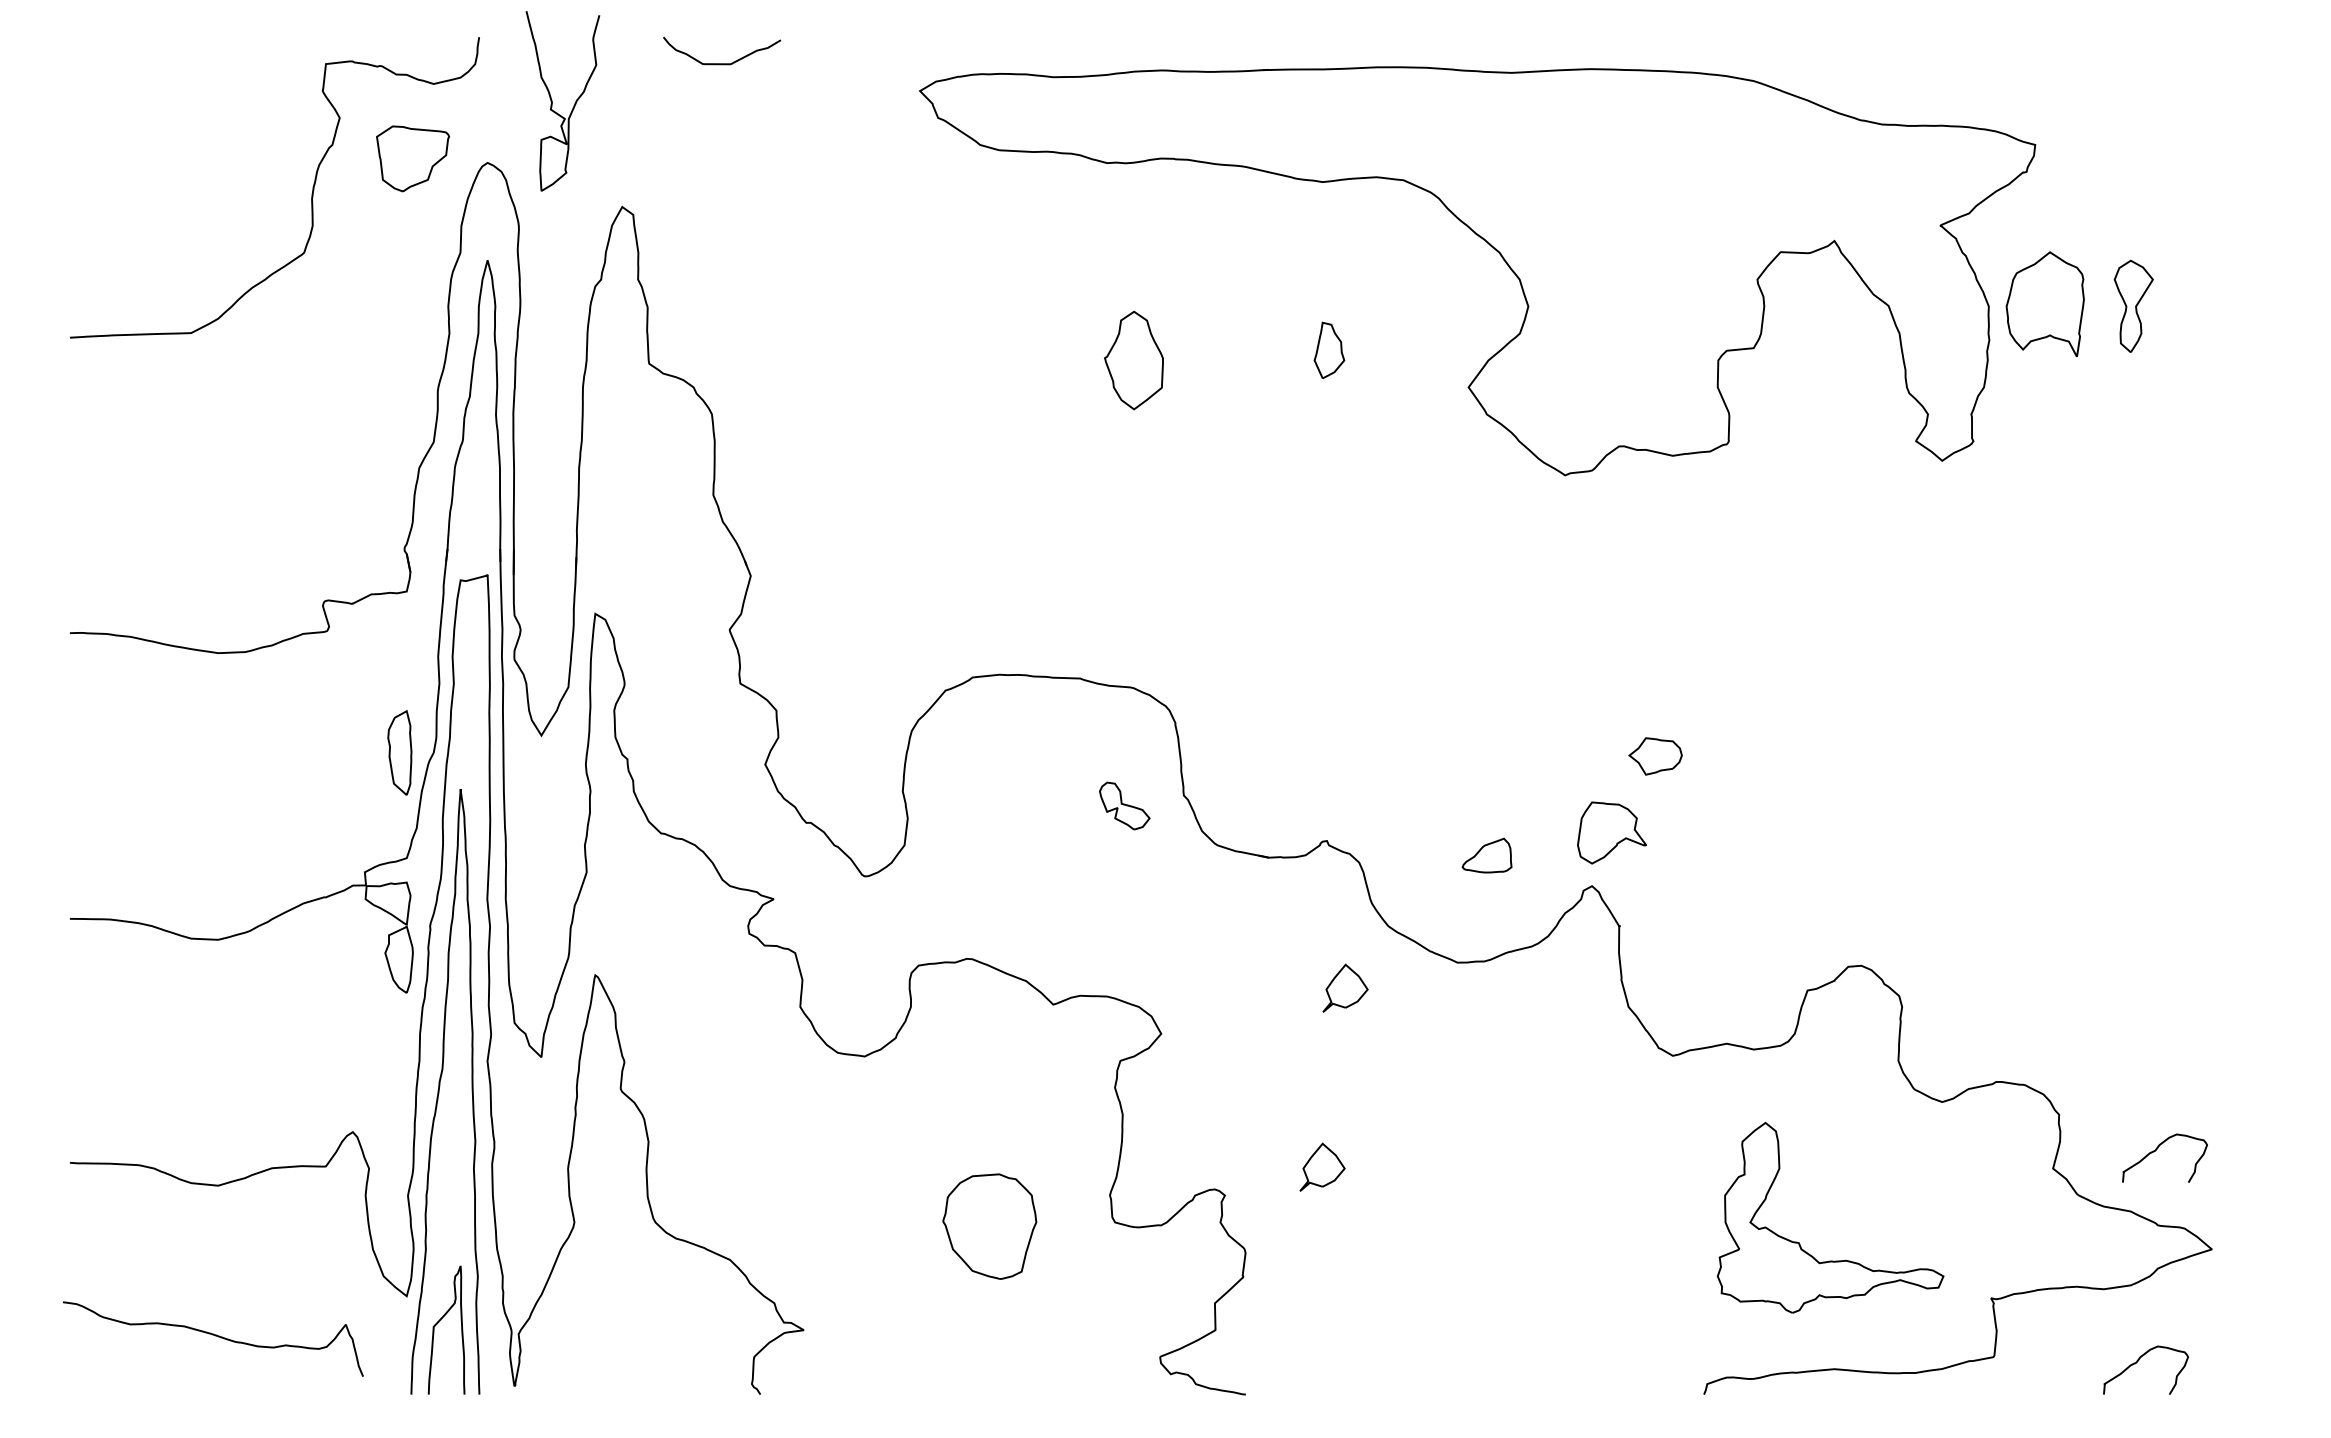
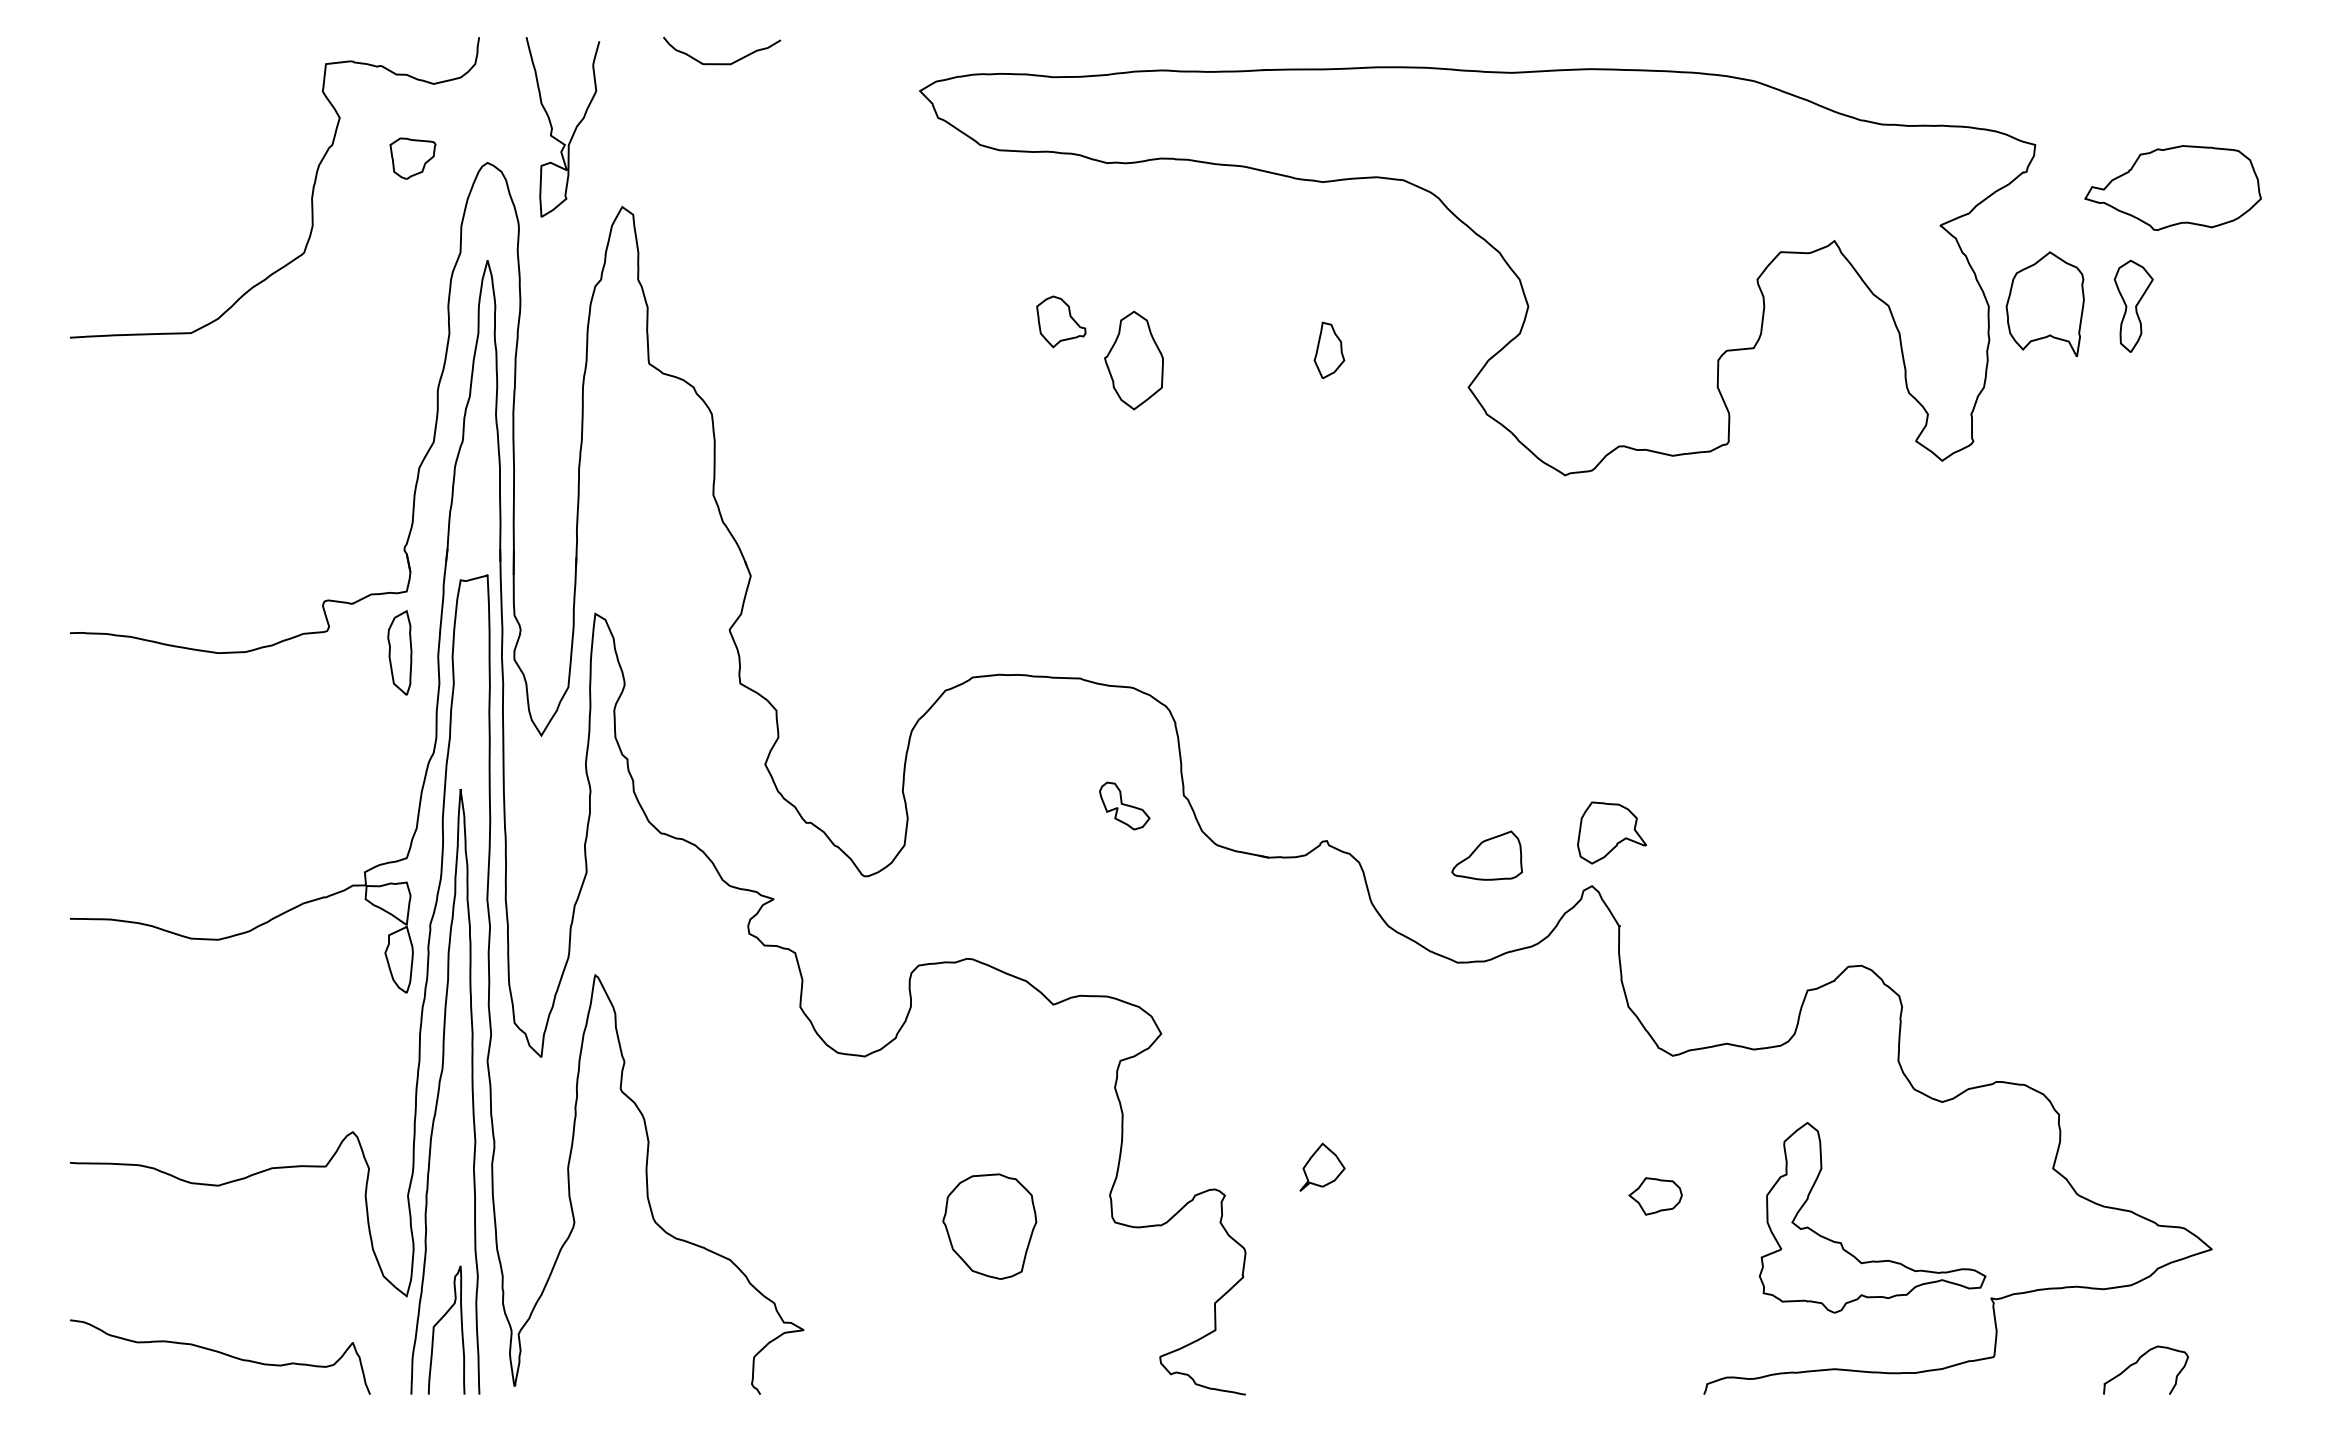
curve at (552, 101) position: (552, 101) -> (552, 127)
part at (413, 158) size: 75x68 px -> 48x43 px
part at (2172, 187): none -> present
part at (1061, 321): none -> present
part at (399, 752) position: (399, 752) -> (399, 652)
part at (1655, 756) position: (1655, 756) -> (1655, 1196)
part at (1486, 855) size: 52x37 px -> 72x51 px
part at (1345, 987): present -> none
curve at (2157, 1149): present -> none
part at (1799, 1242) position: (1799, 1242) -> (1841, 1242)
curve at (215, 1336) position: (215, 1336) -> (222, 1354)
